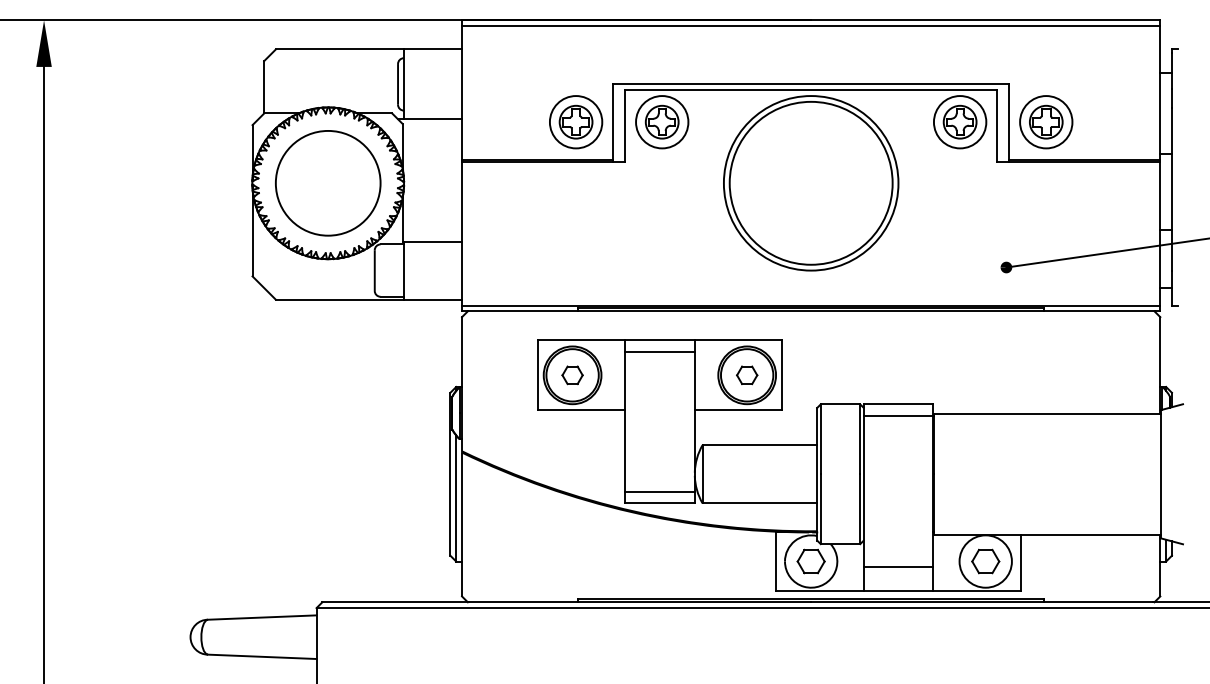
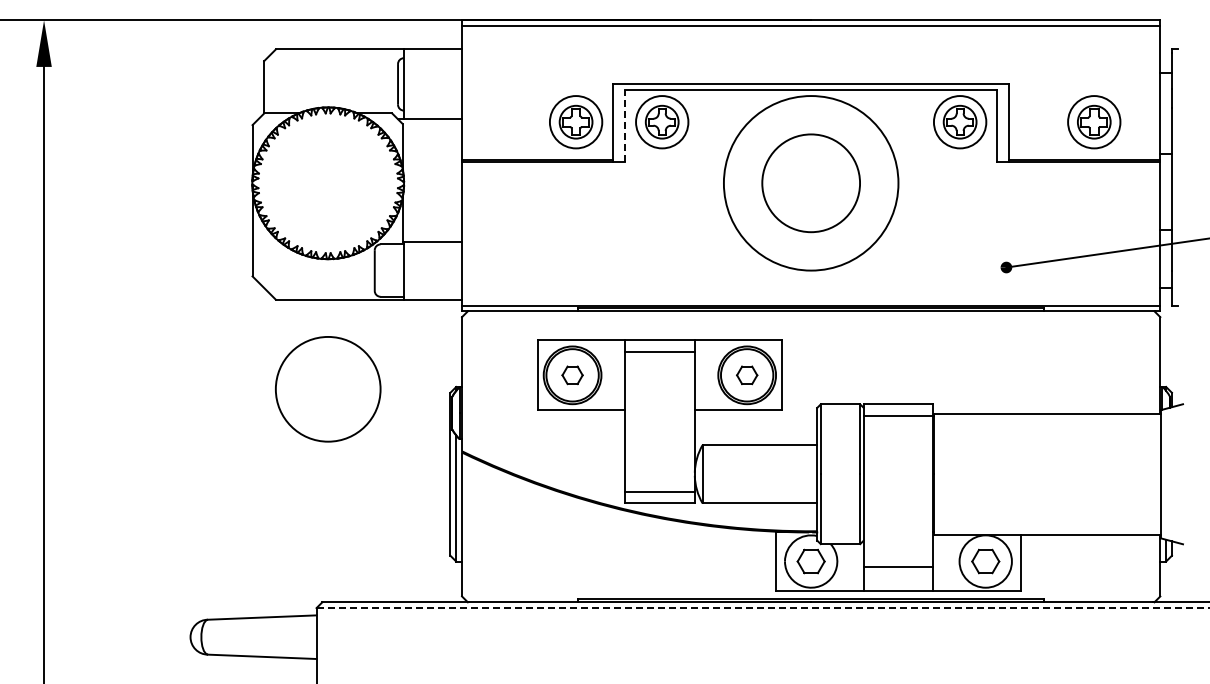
part at (1046, 122) position: (1046, 122) -> (1094, 122)
line at (624, 125): solid -> dashed
circle at (810, 182) diameter: 163 px -> 98 px
circle at (328, 183) position: (328, 183) -> (328, 389)
line at (763, 608): solid -> dashed
